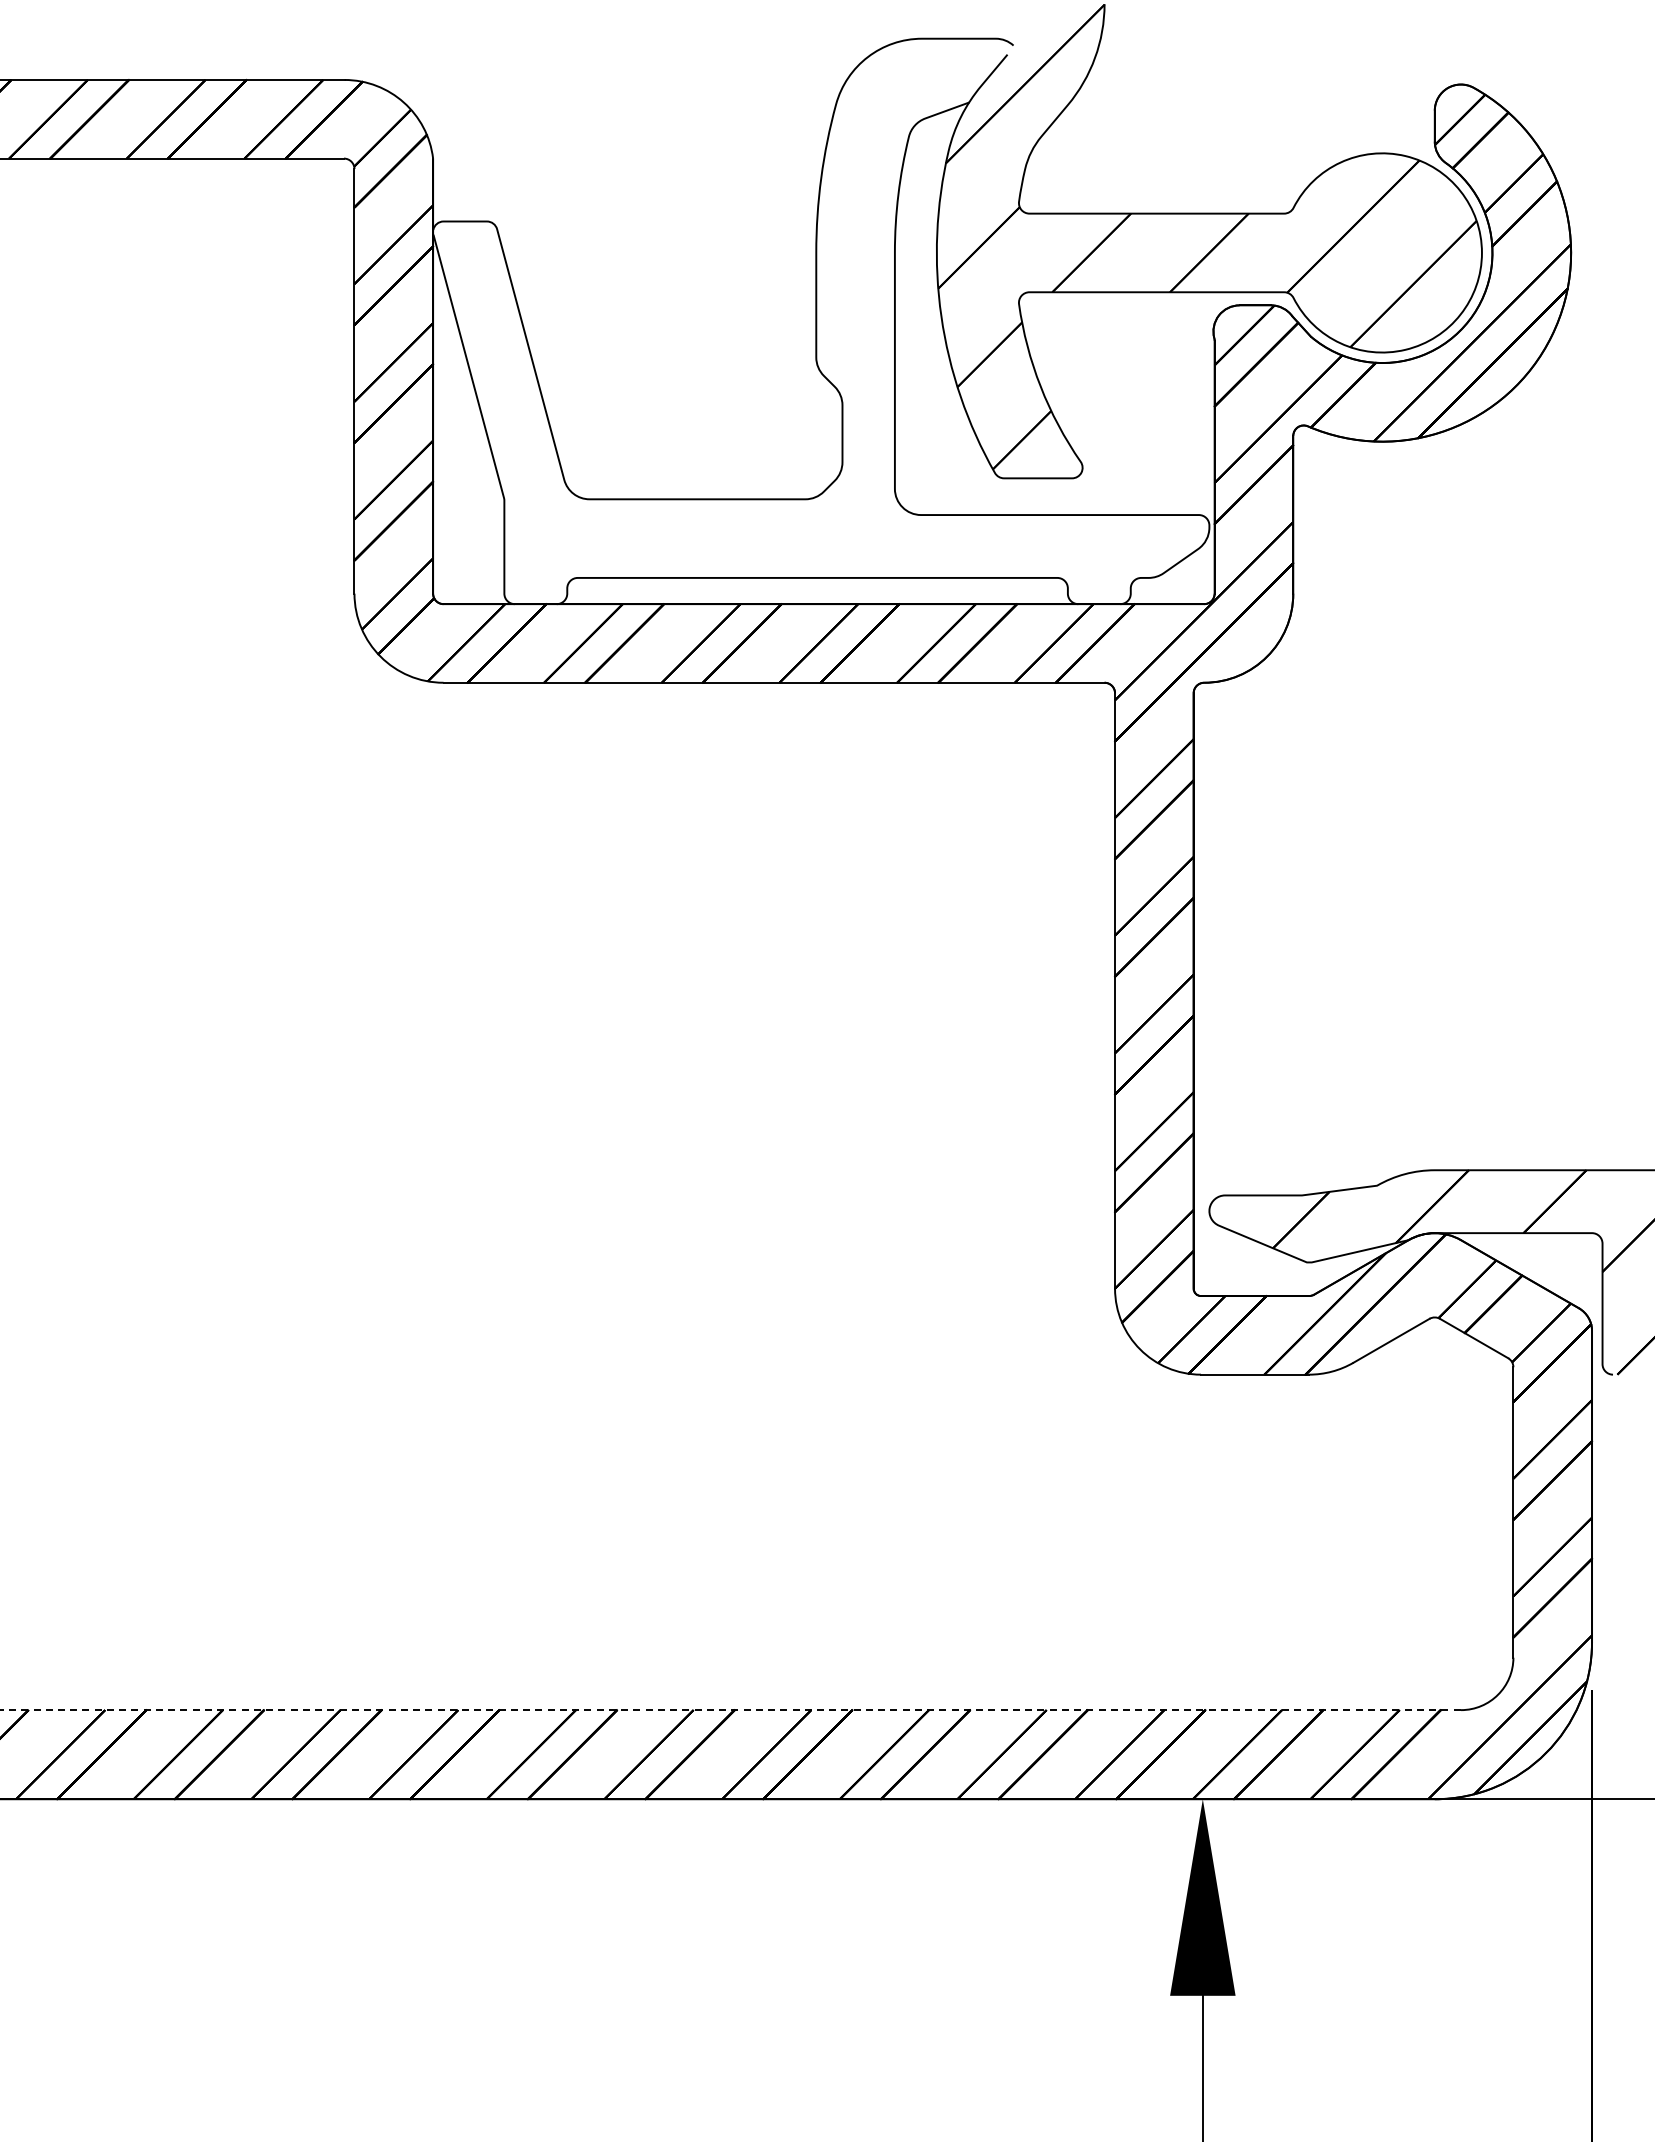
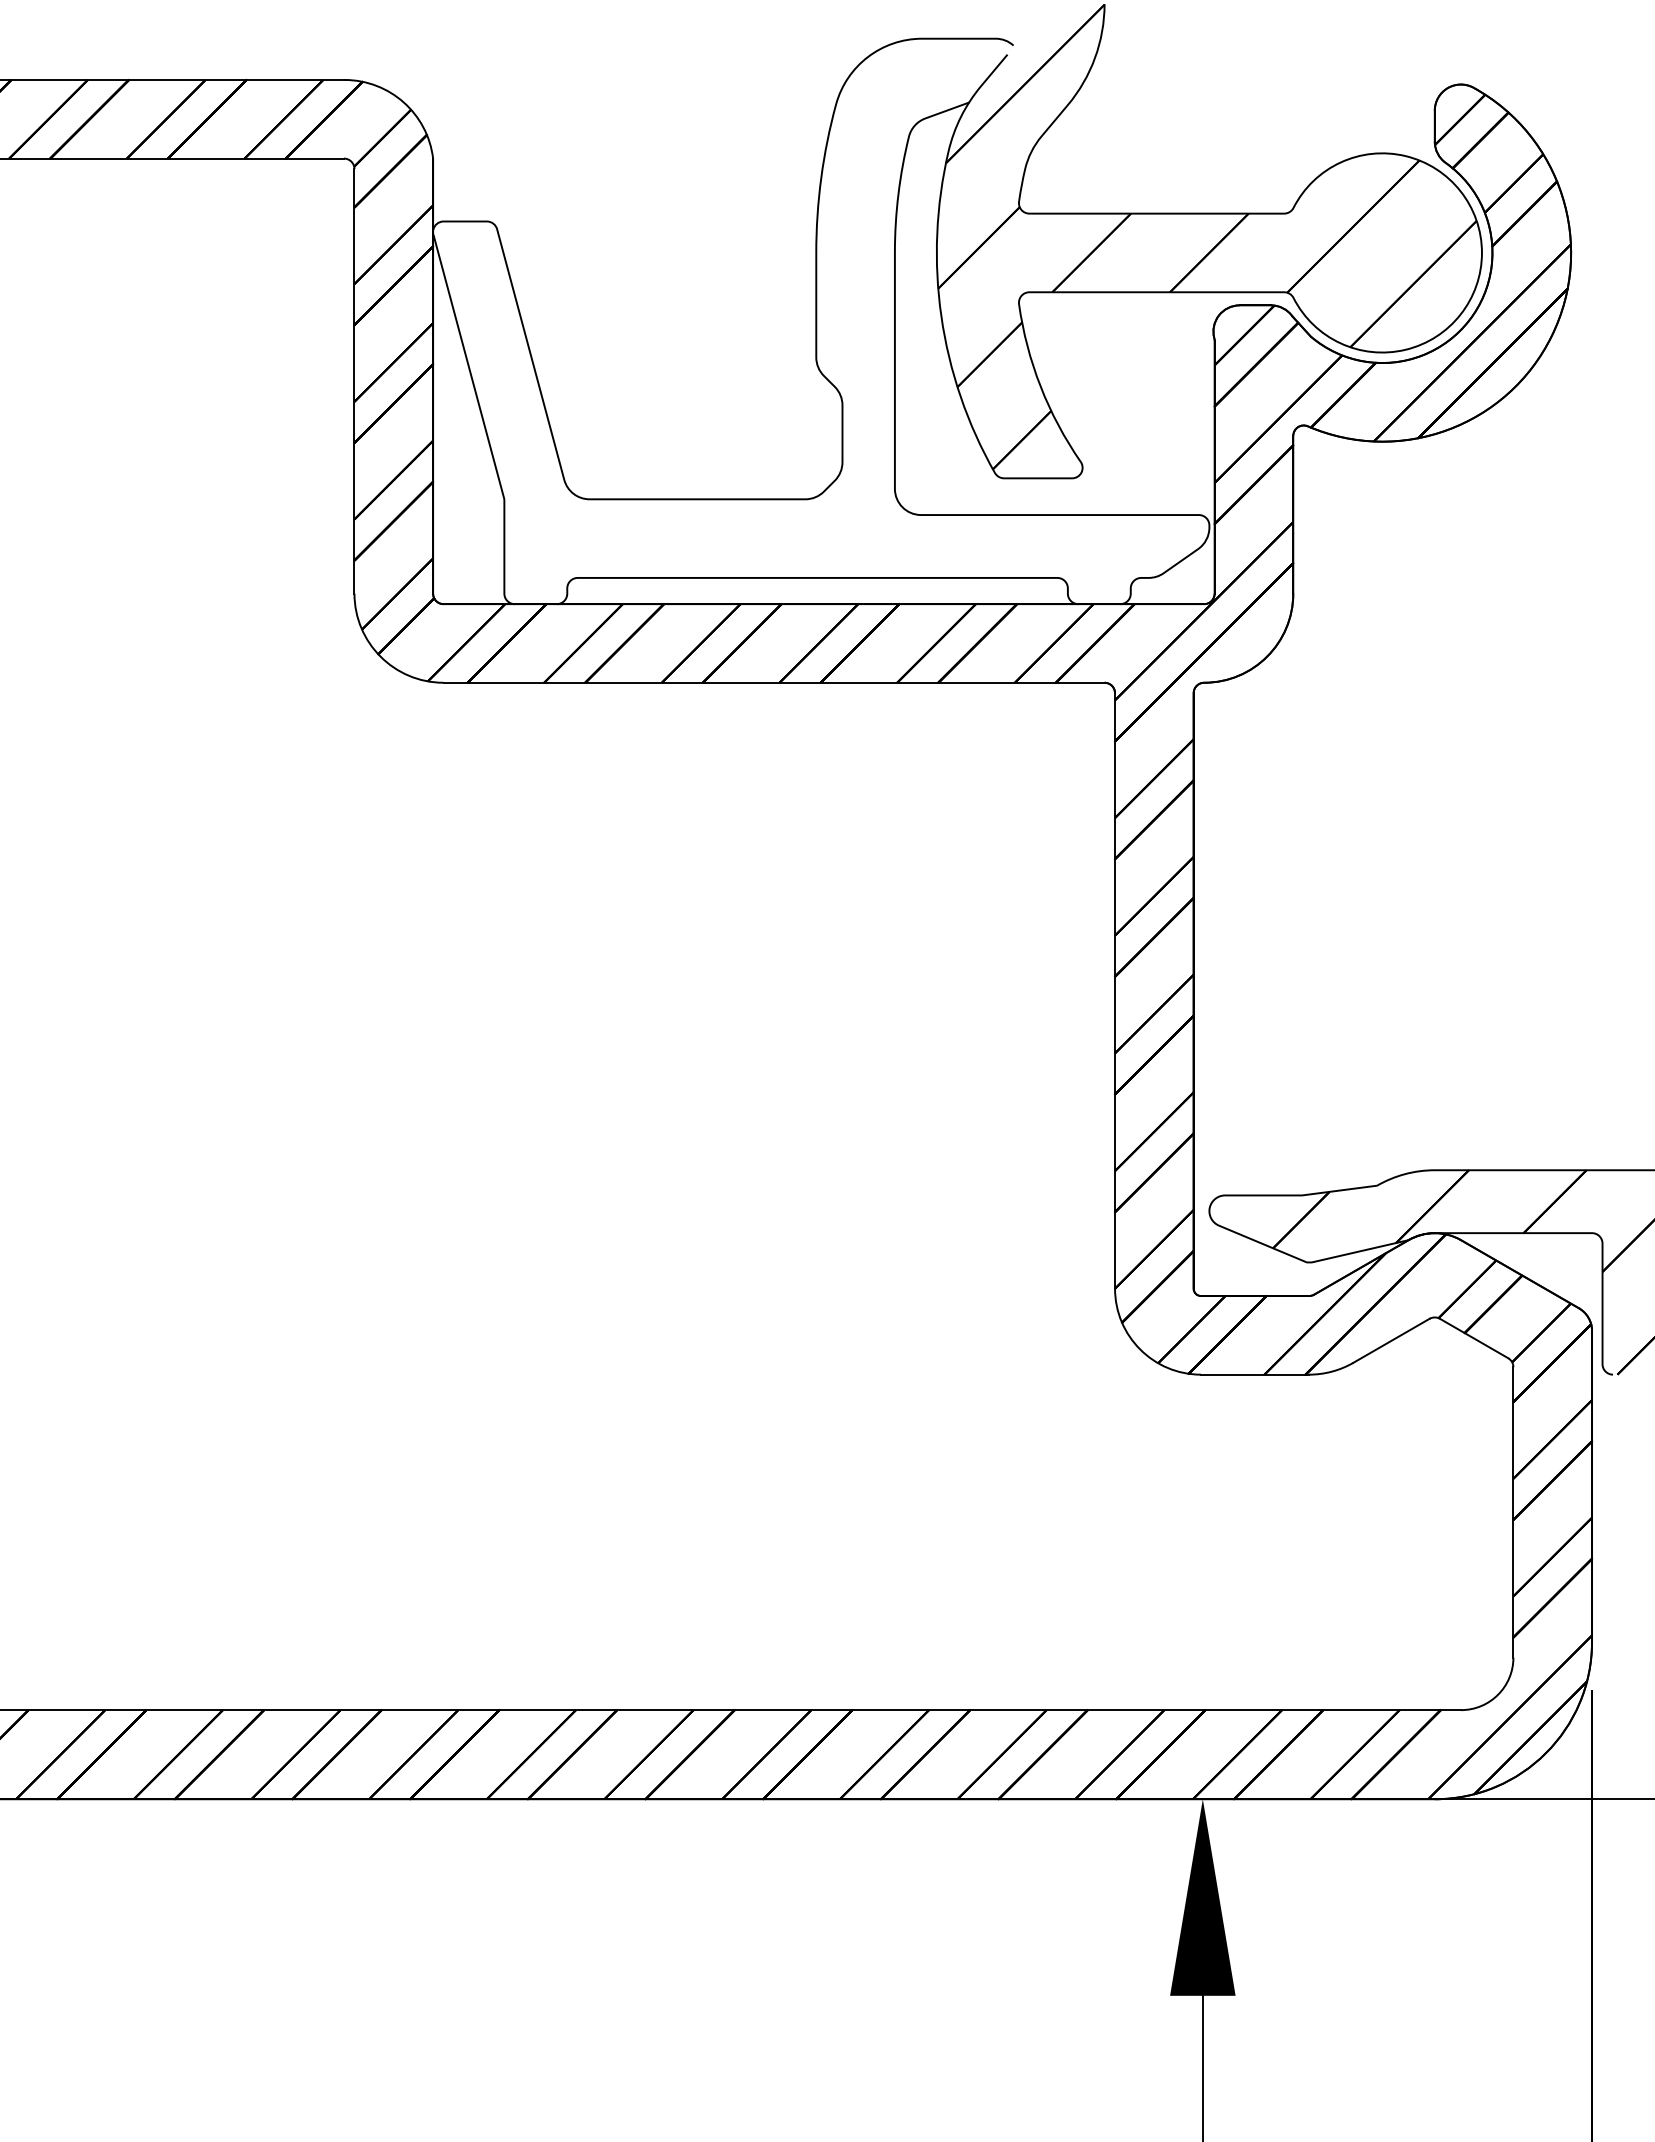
line at (731, 1710): dashed -> solid
